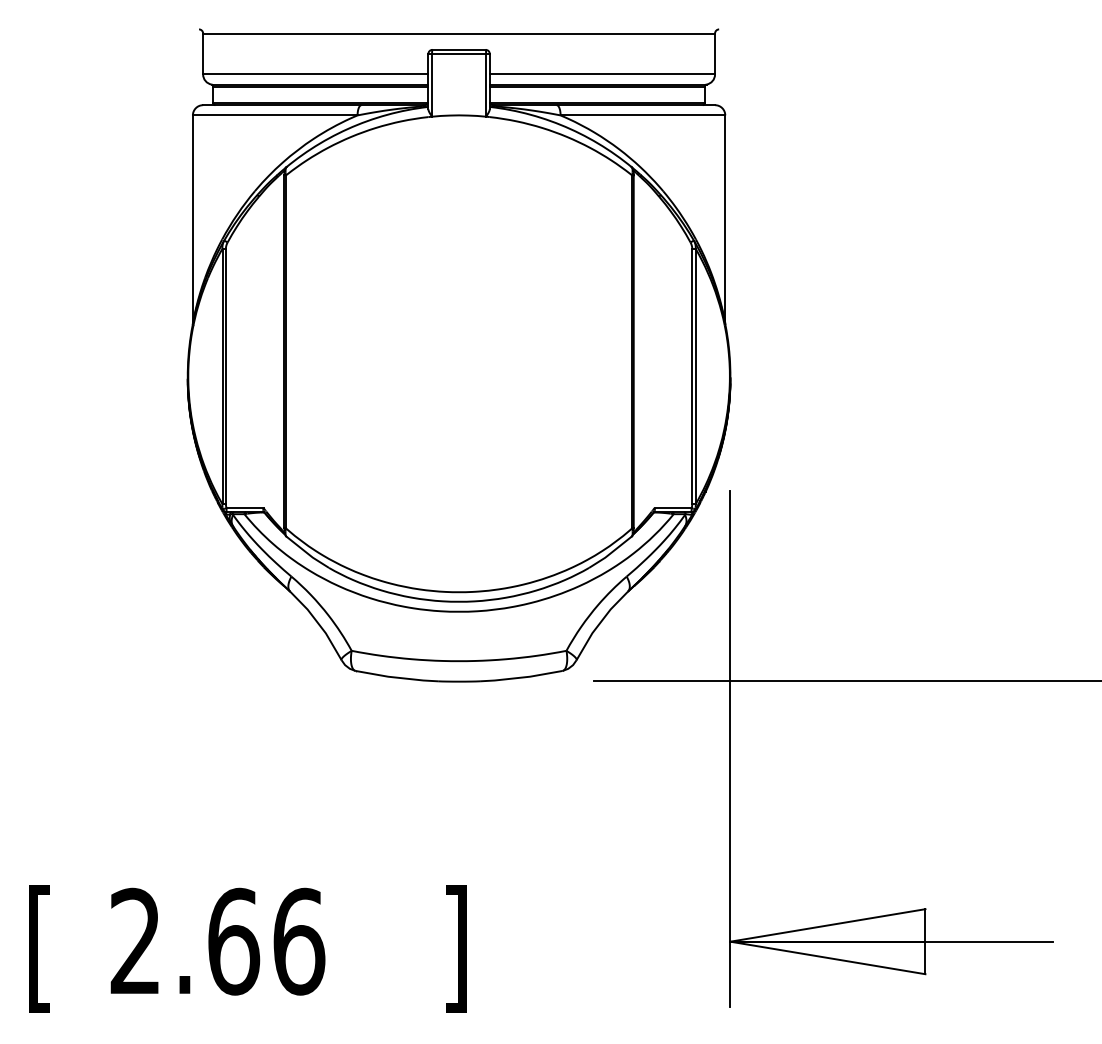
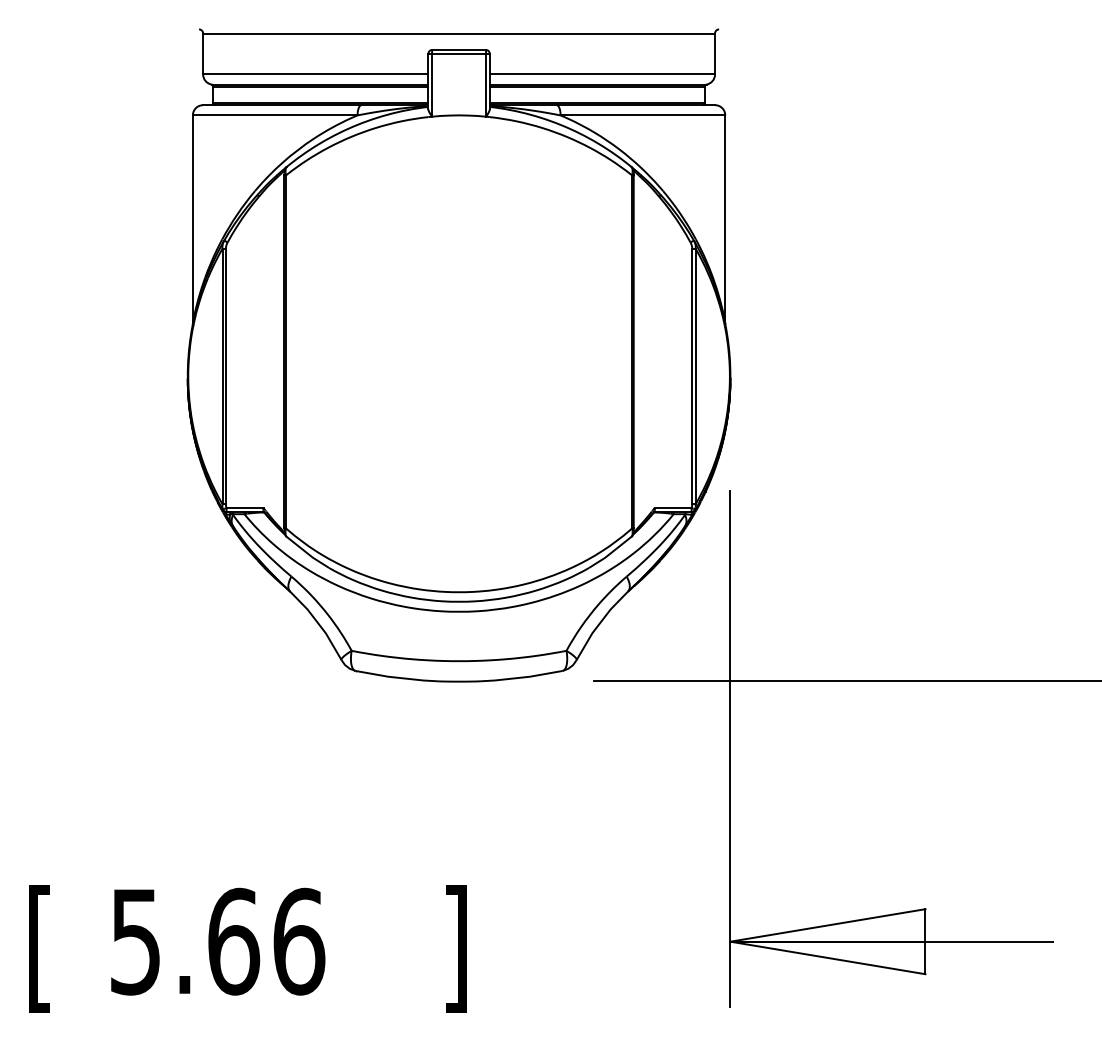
text at (134, 941): 2.66 -> 5.66
